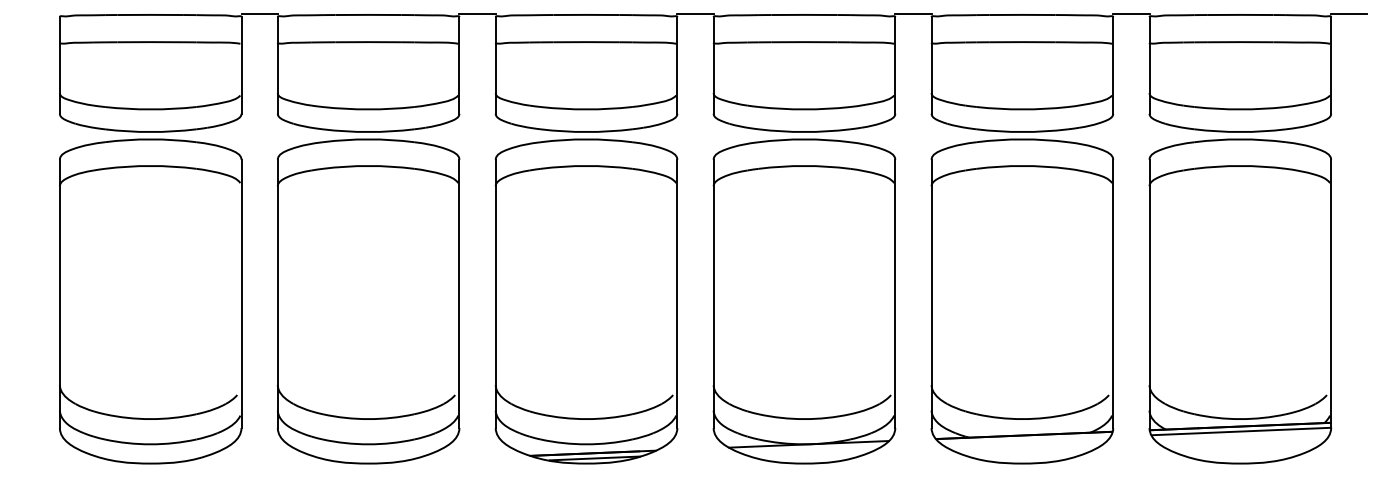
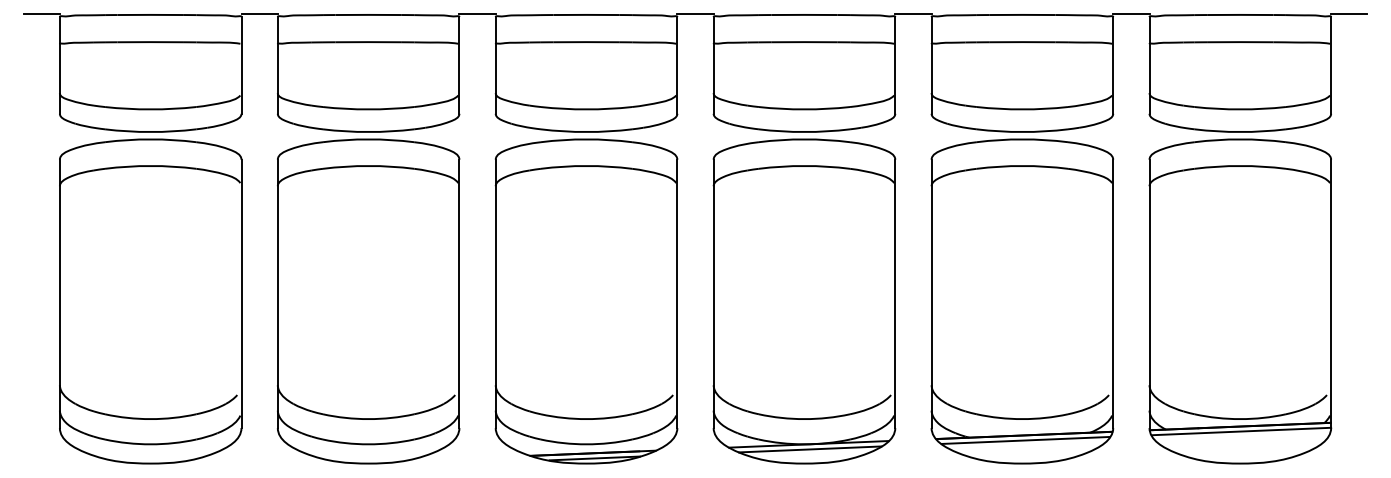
line at (41, 14): none -> present
line at (1025, 439): none -> present
line at (810, 449): none -> present
